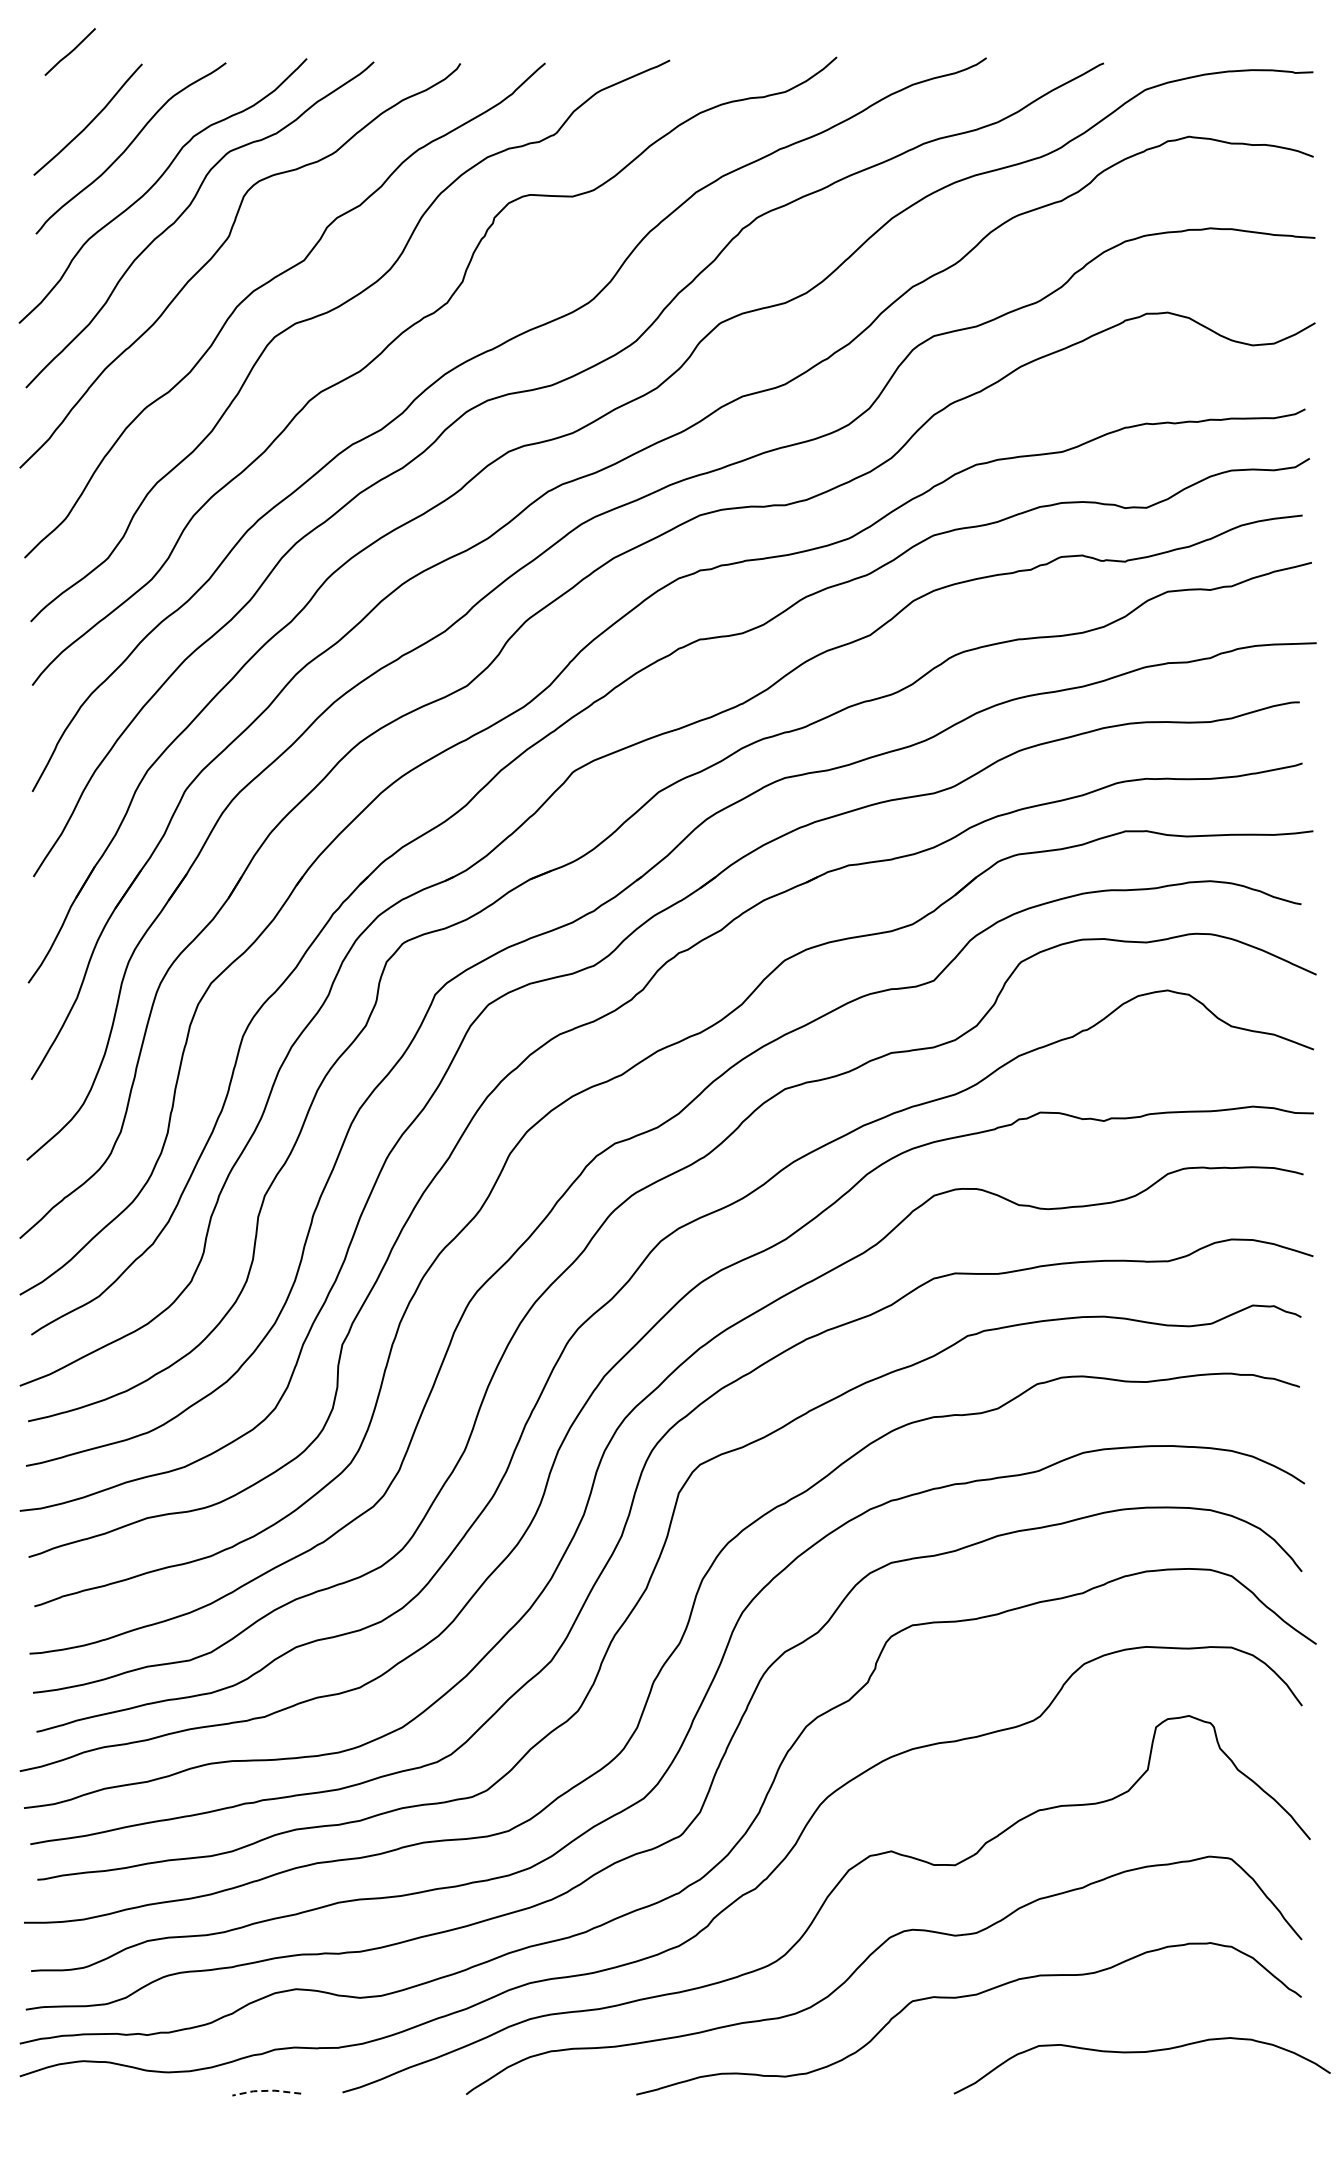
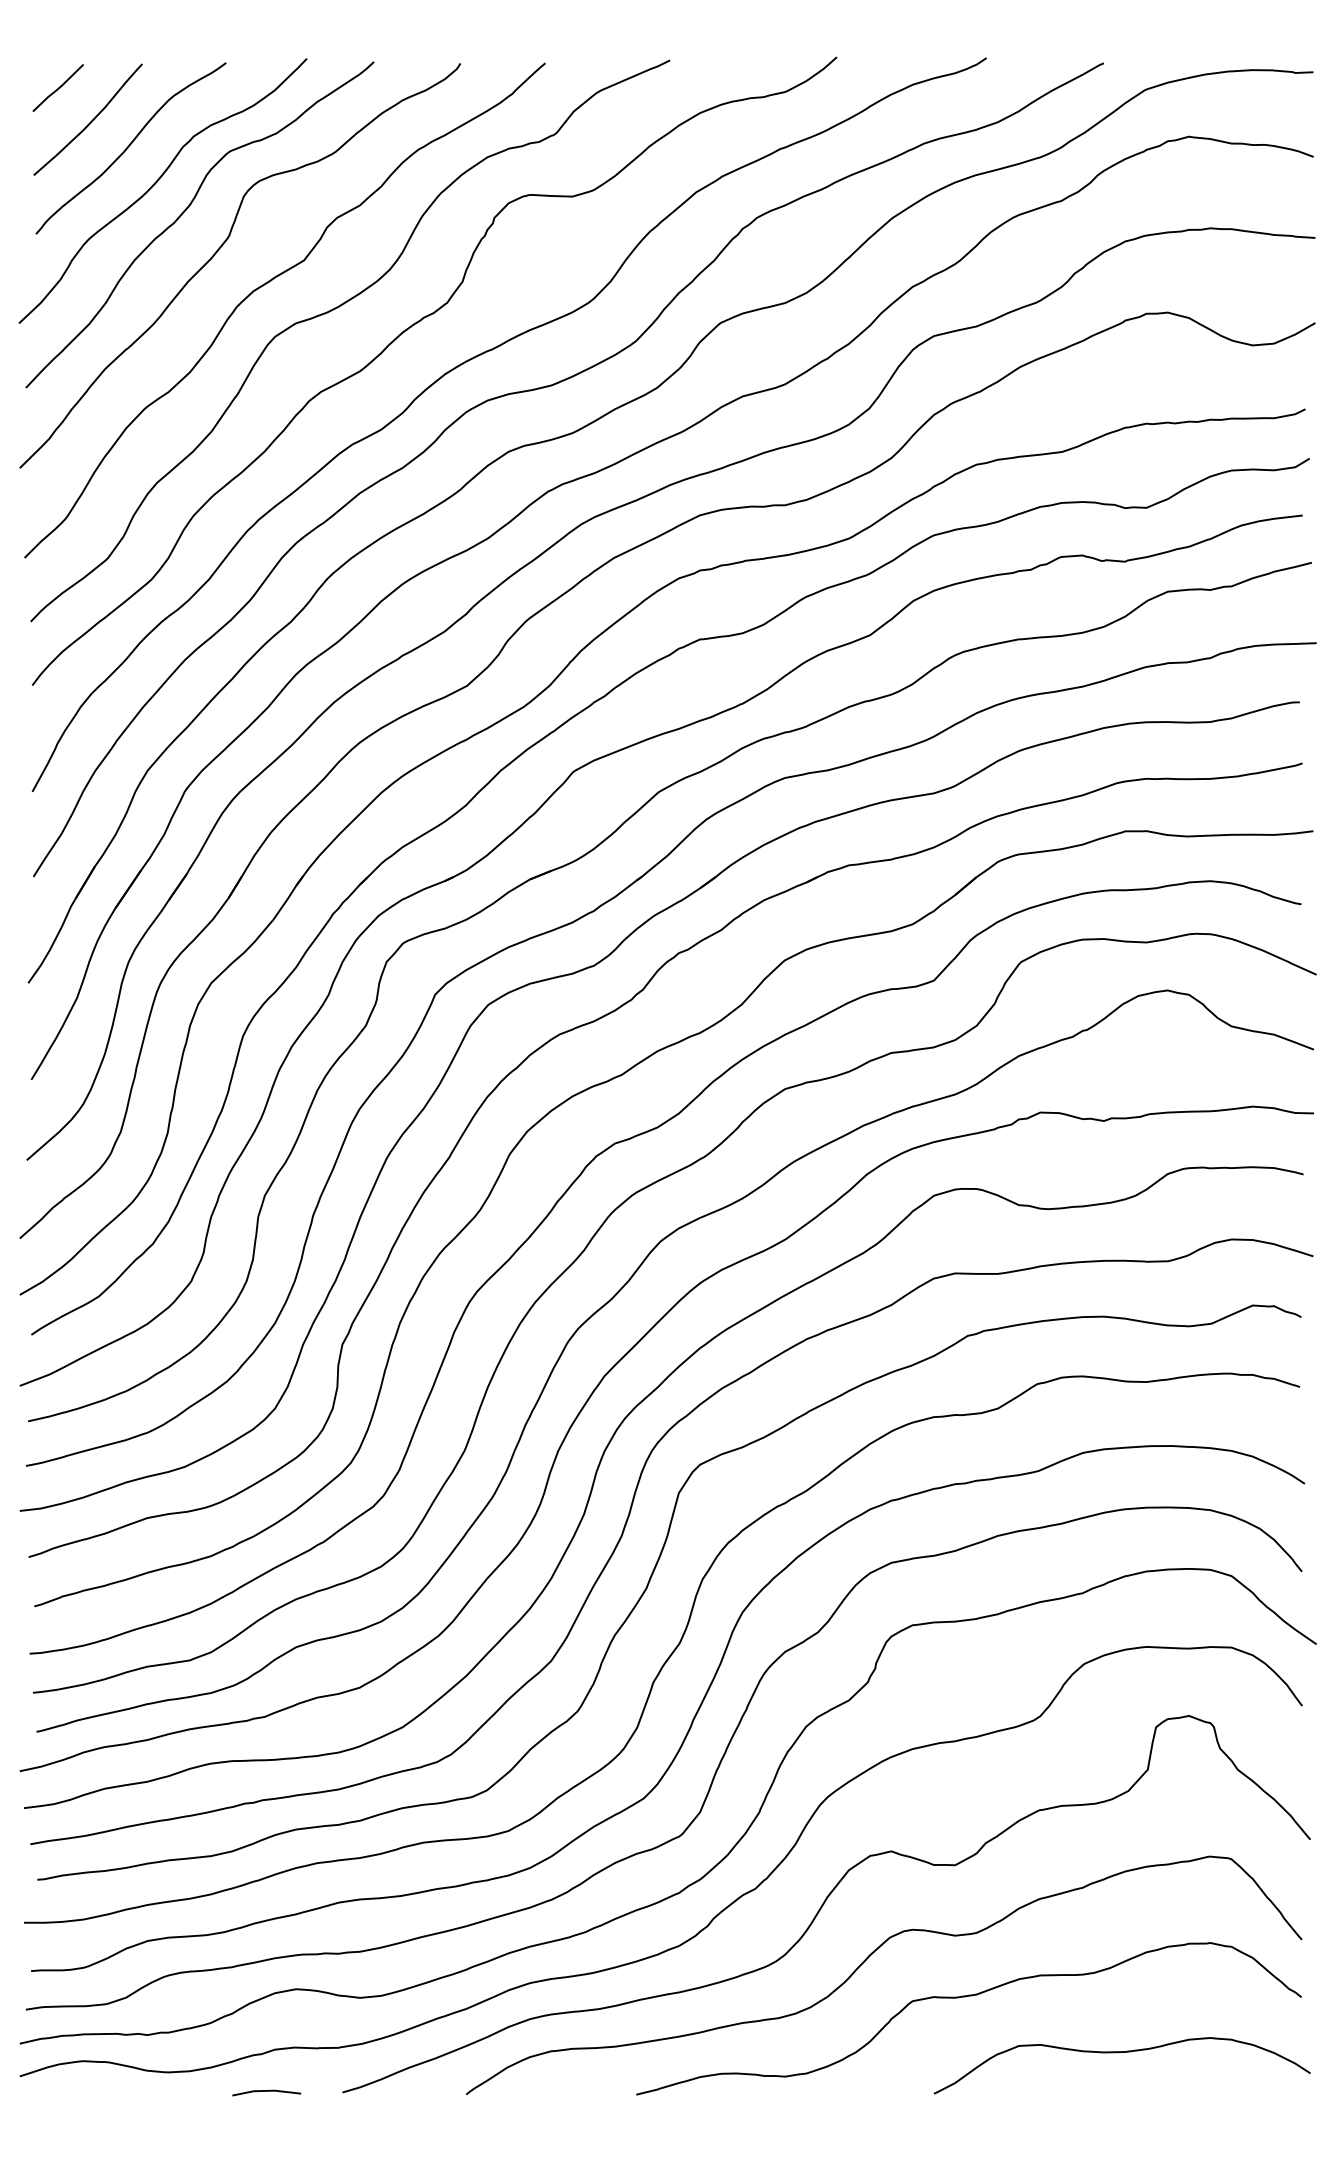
line at (70, 51) position: (70, 51) -> (58, 87)
curve at (1137, 2053) position: (1137, 2053) -> (1117, 2053)
line at (266, 2090): dashed -> solid
